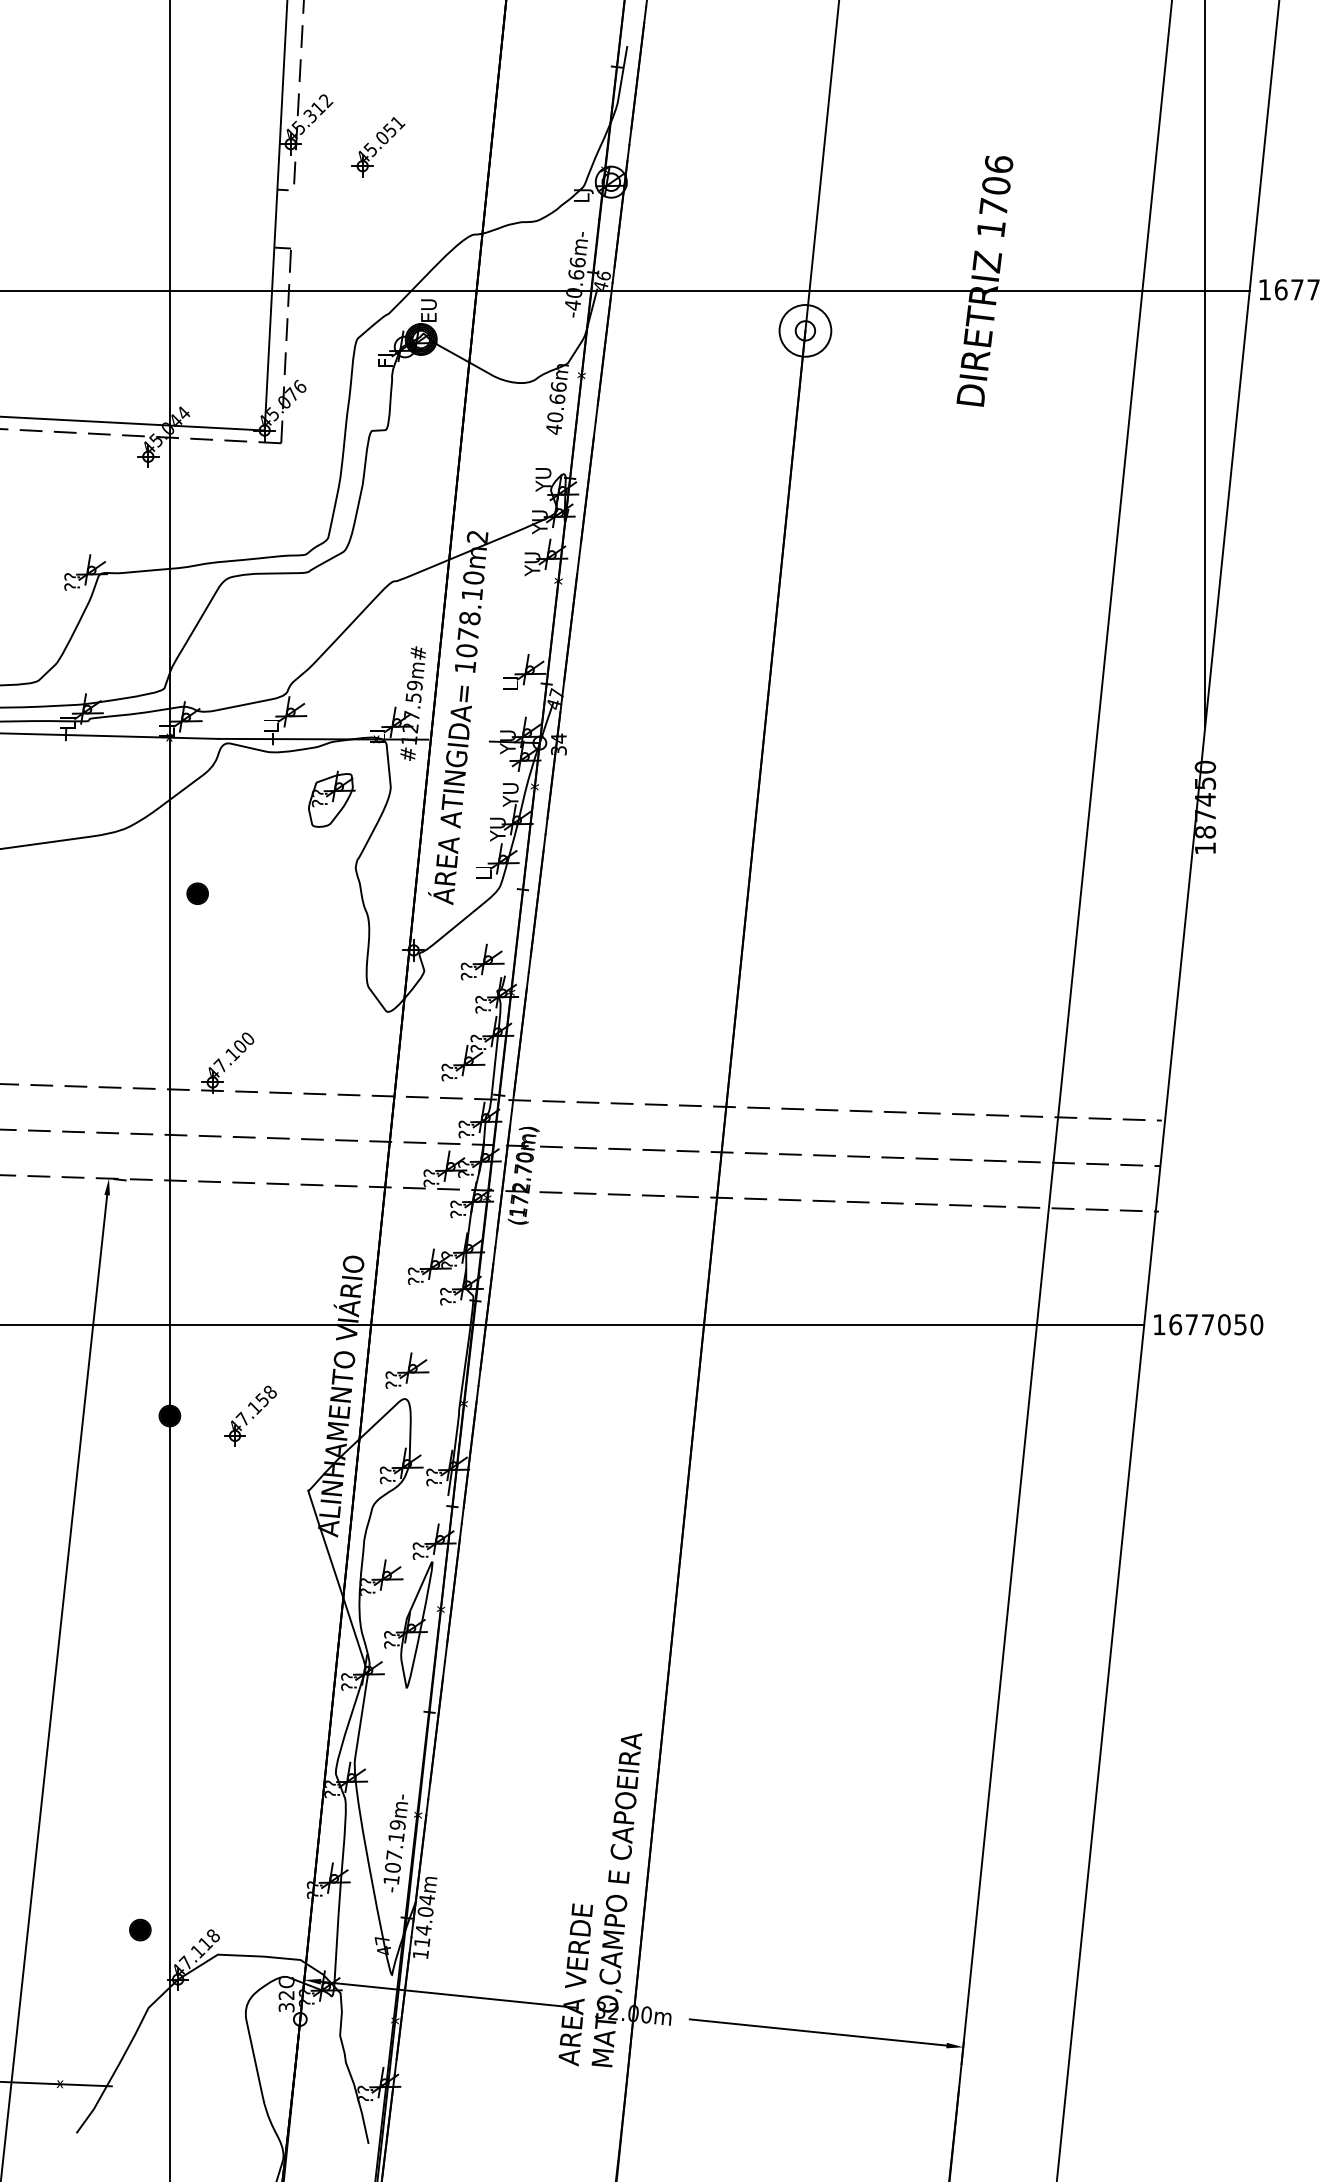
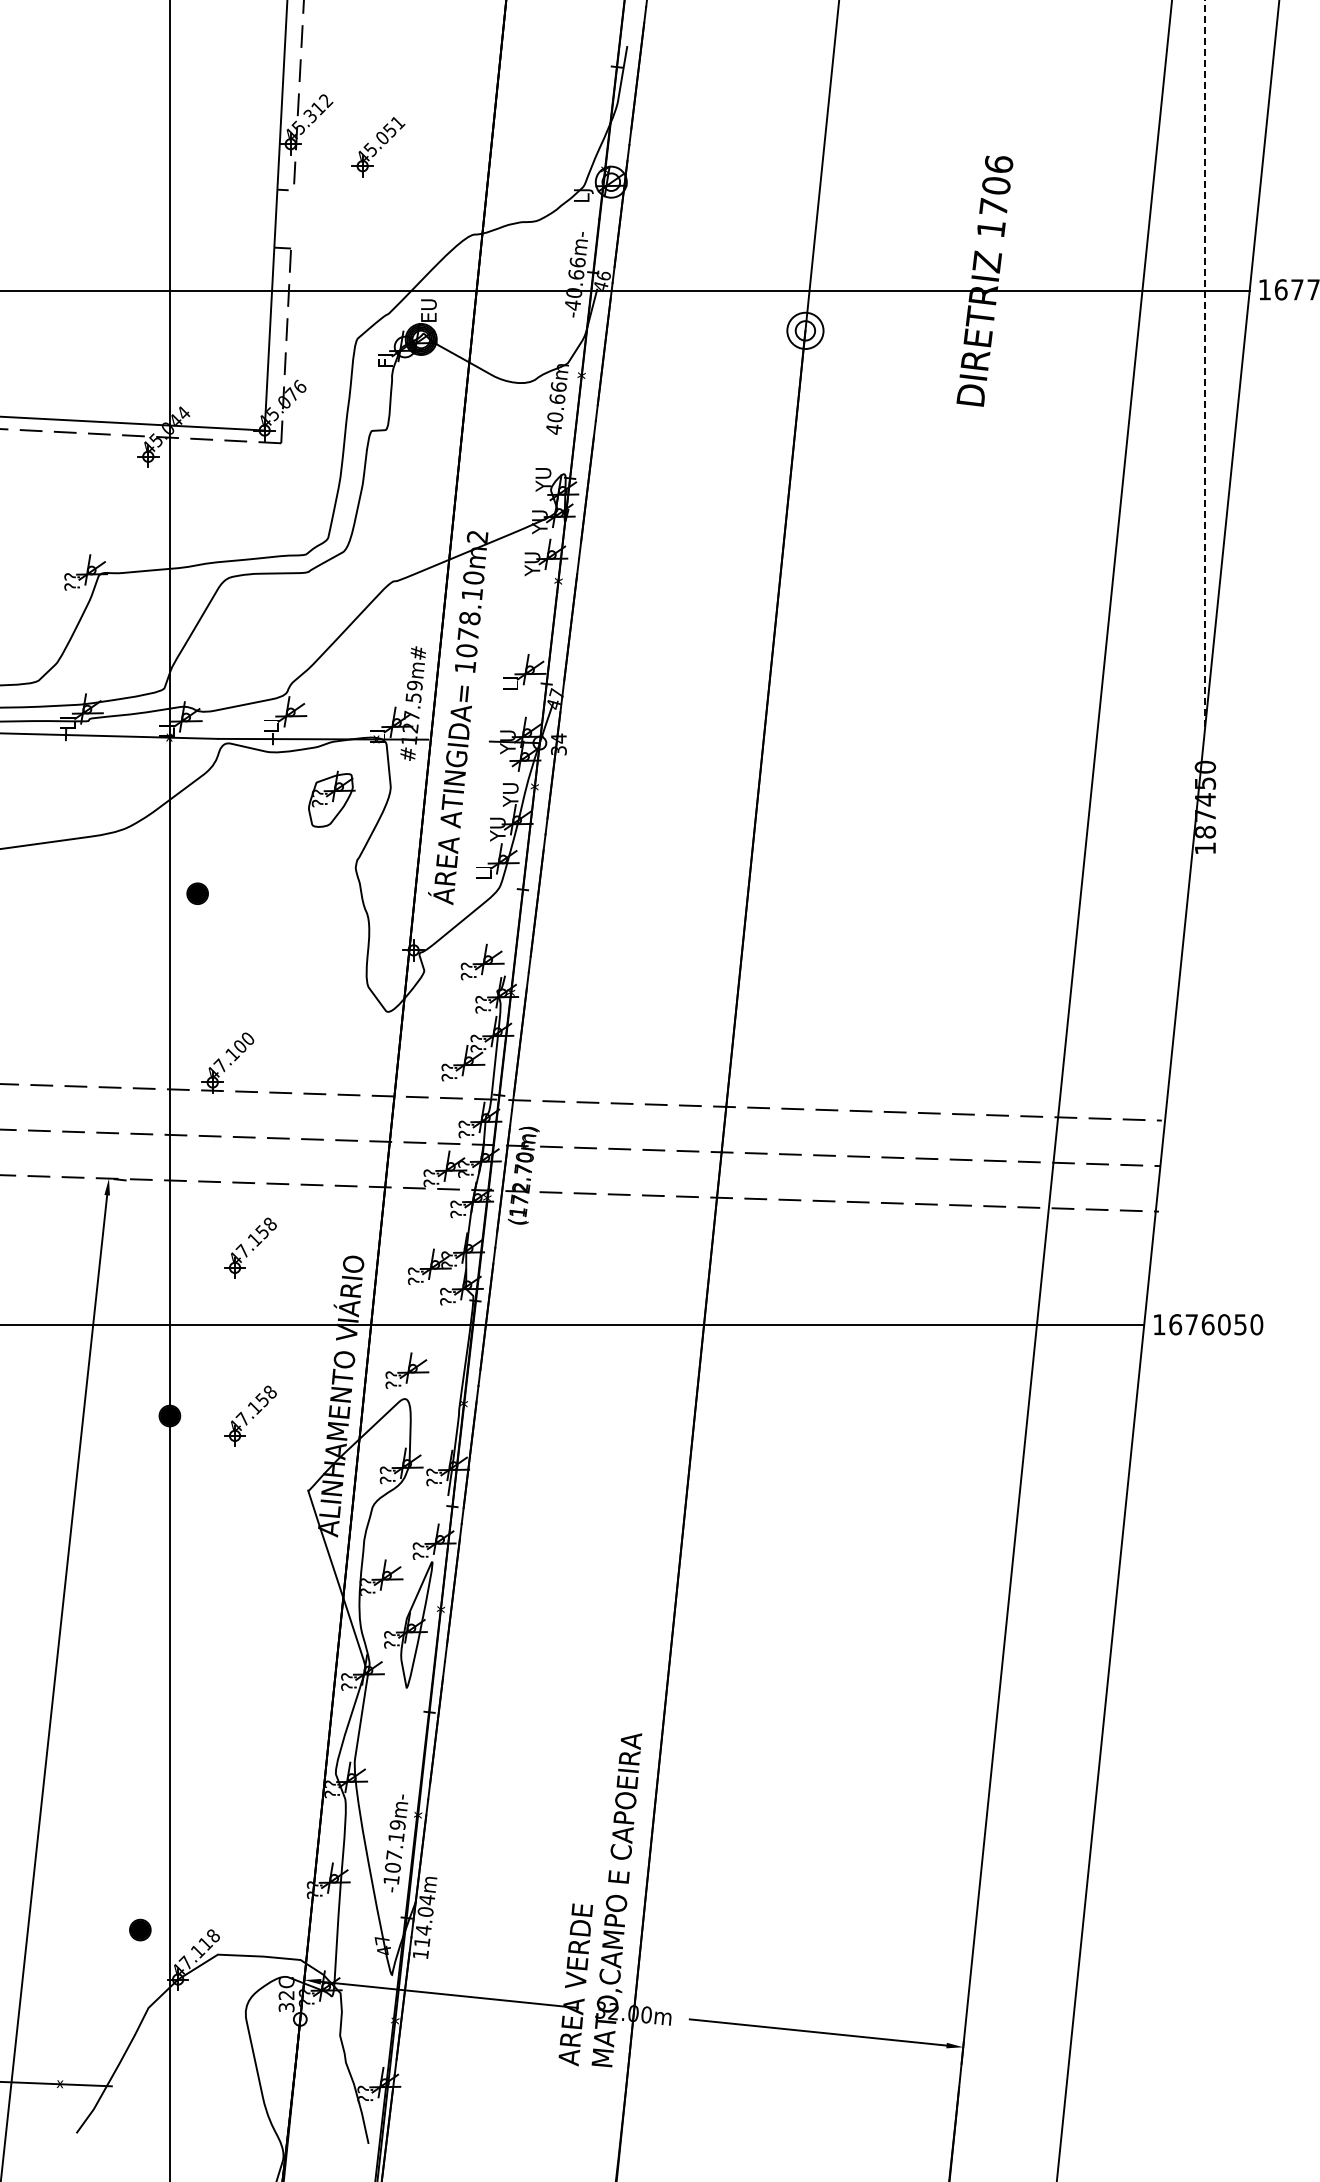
circle at (805, 330) diameter: 52 px -> 36 px
line at (1205, 363): solid -> dashed
part at (250, 1247): none -> present
text at (1207, 1324): 1677050 -> 1676050
